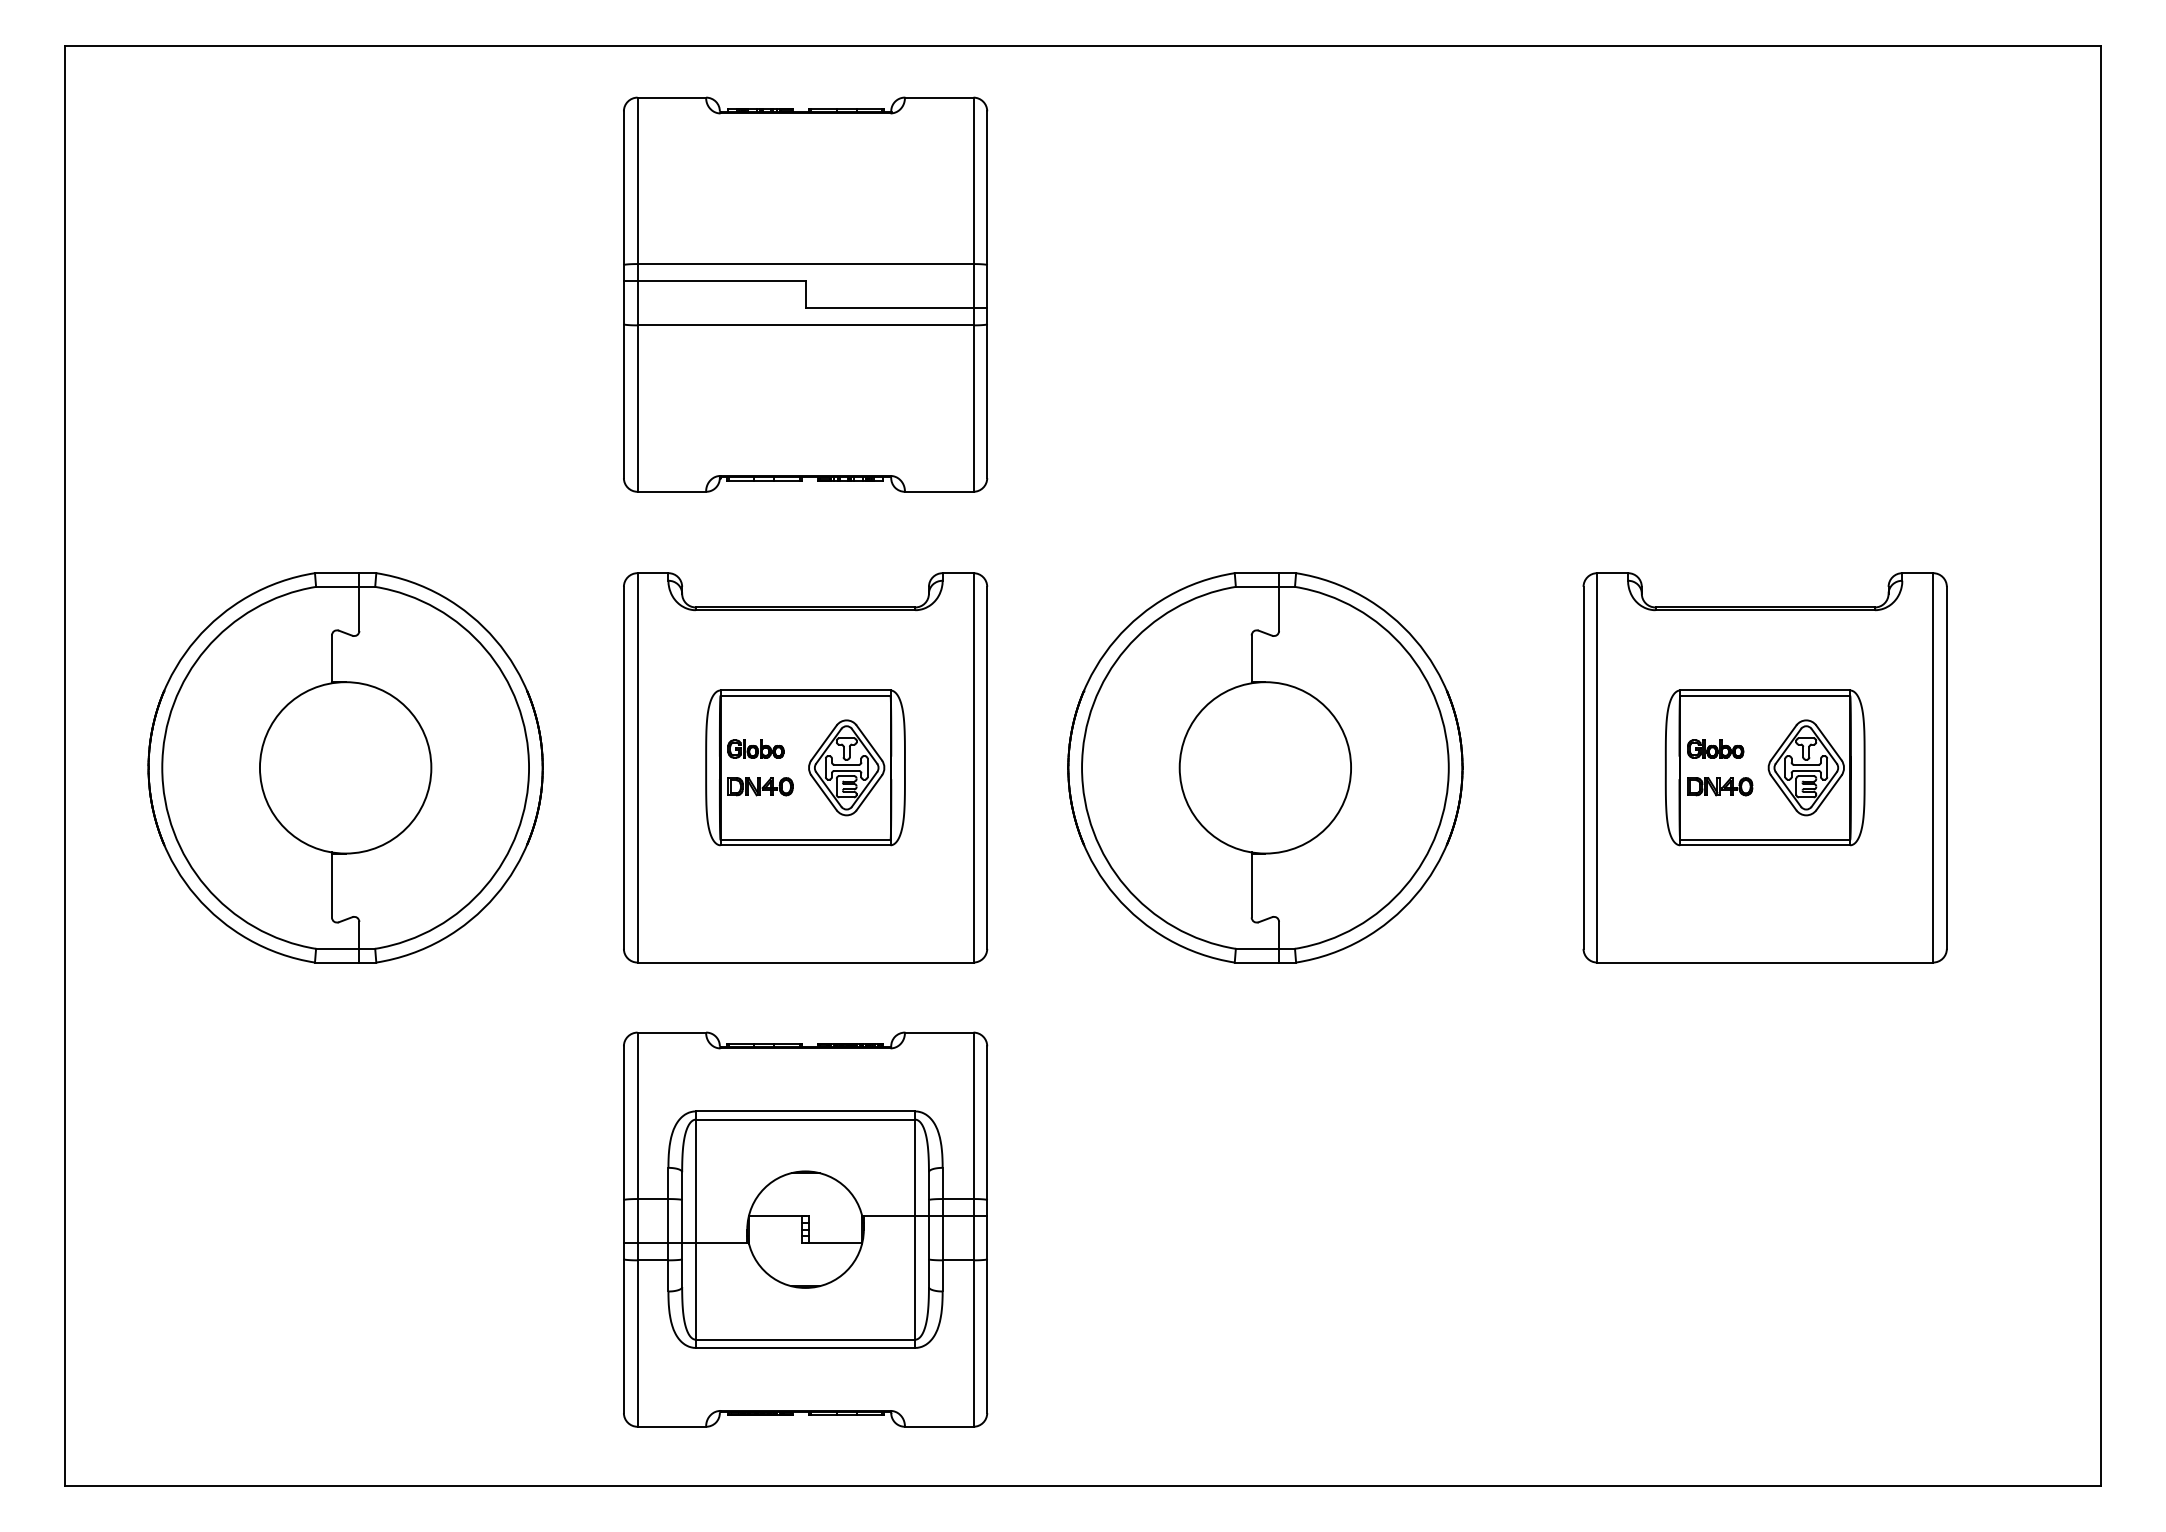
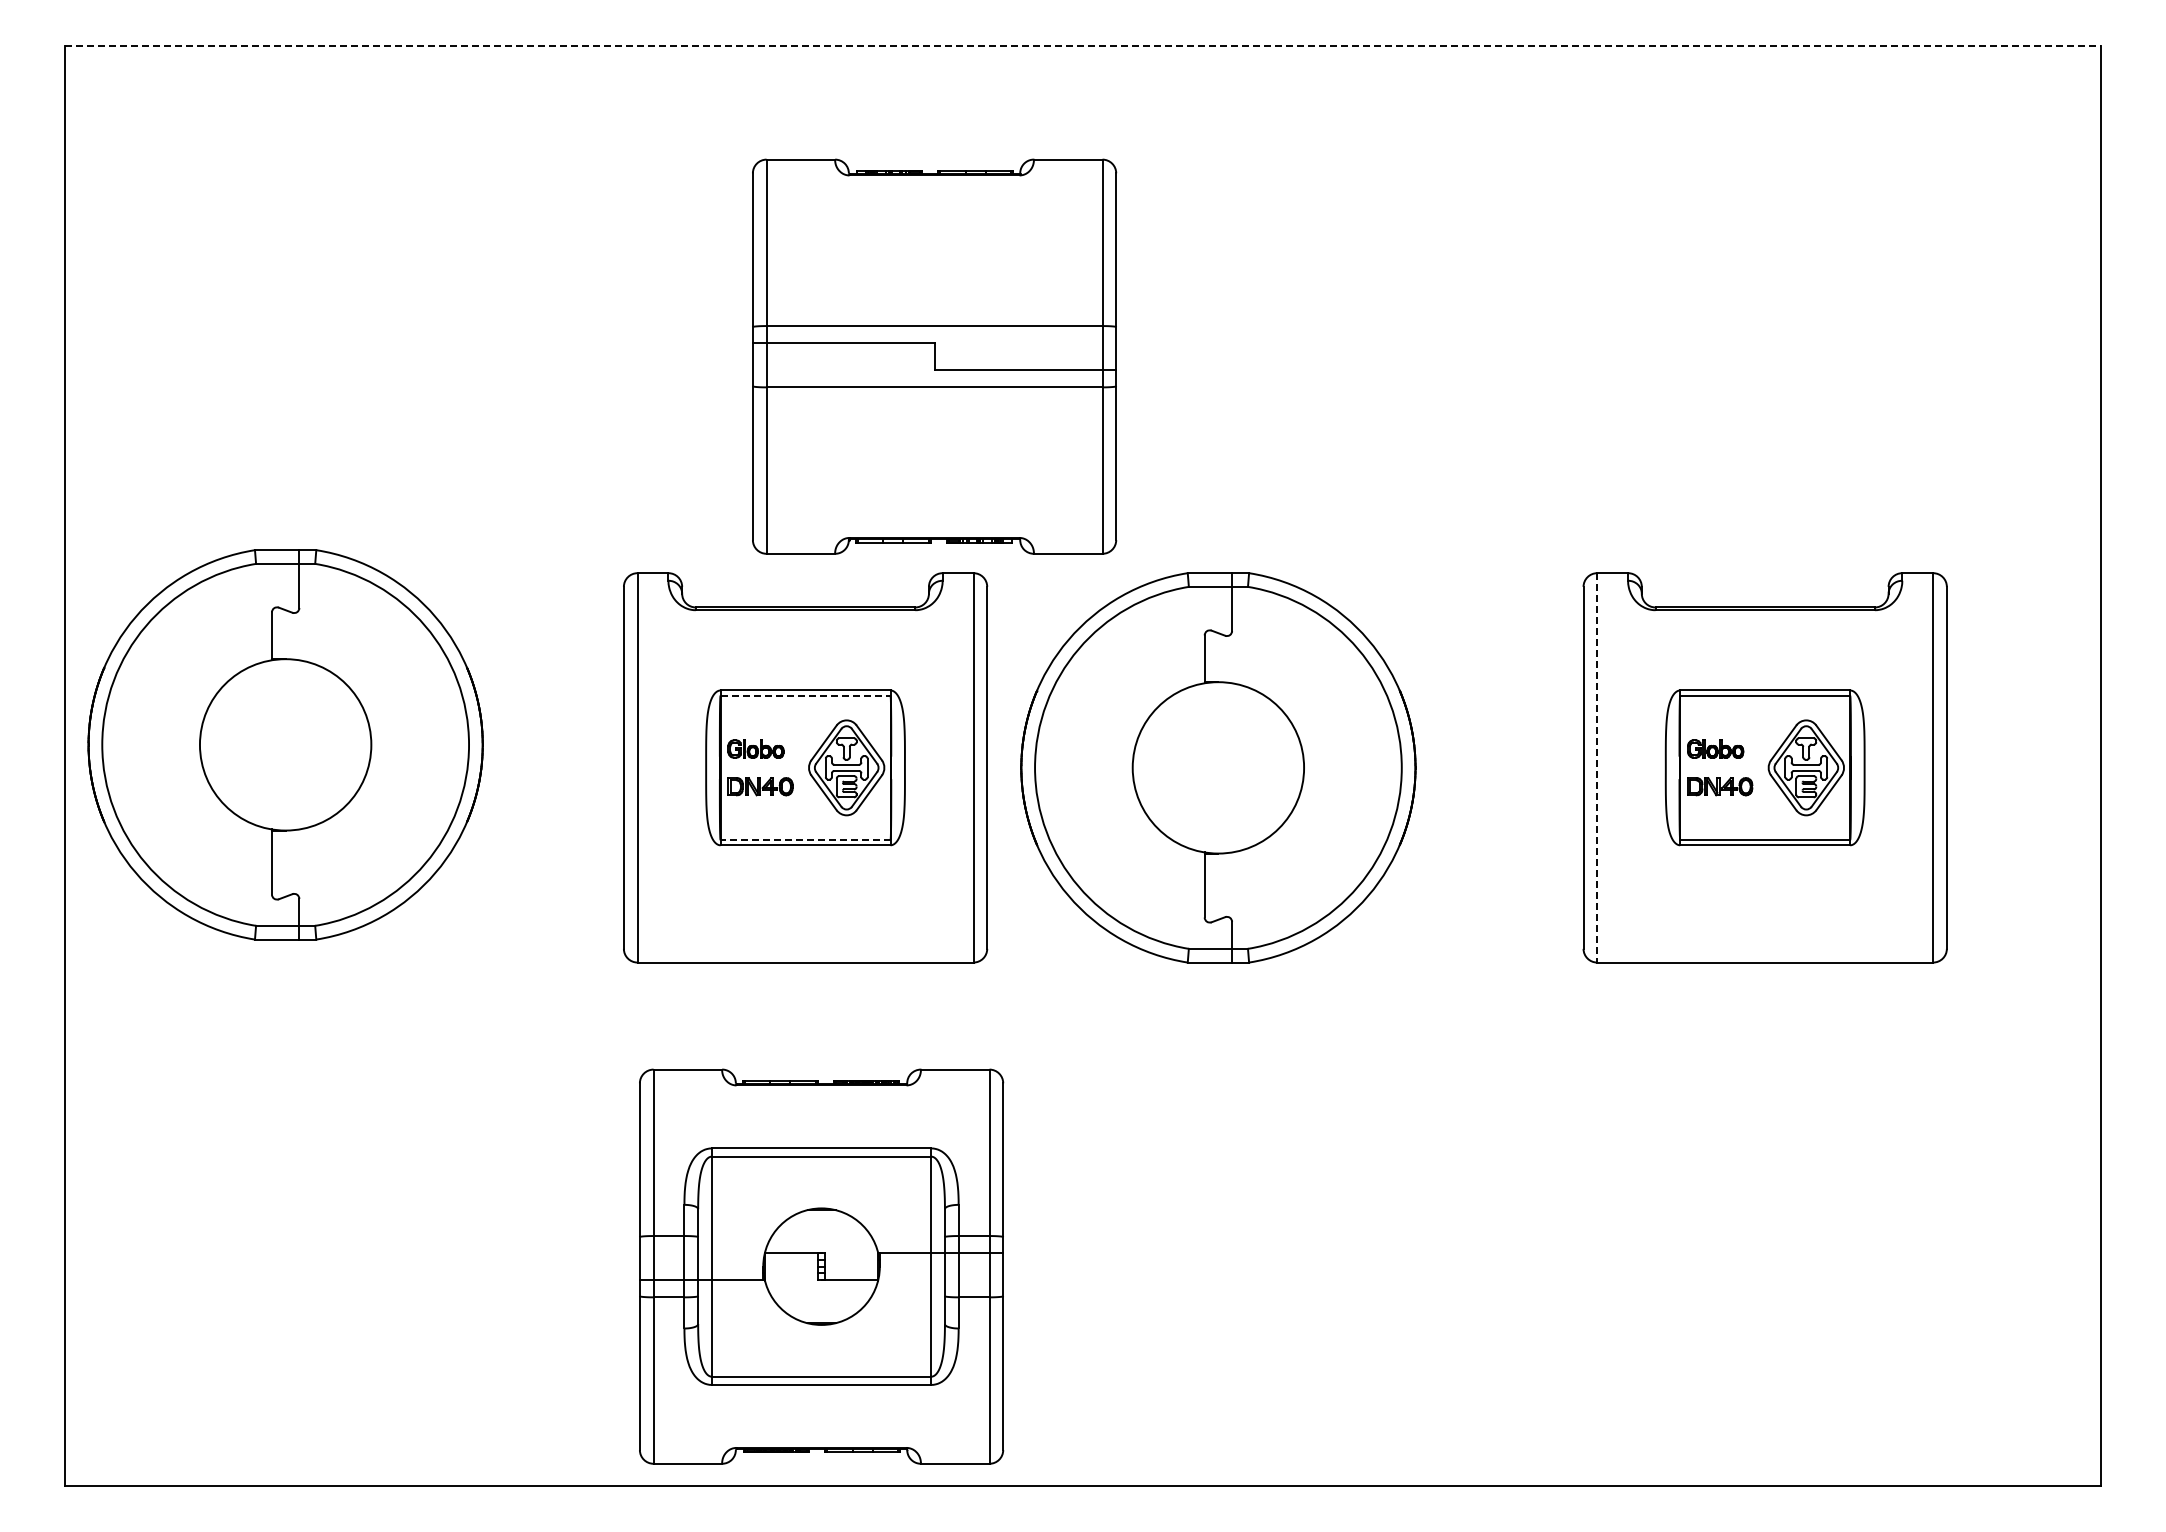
line at (1083, 46): solid -> dashed
part at (805, 294) position: (805, 294) -> (934, 356)
line at (806, 695): solid -> dashed
part at (345, 767) position: (345, 767) -> (285, 744)
part at (1265, 767) position: (1265, 767) -> (1218, 767)
line at (1597, 767): solid -> dashed
line at (805, 839): solid -> dashed
part at (805, 1229) position: (805, 1229) -> (821, 1266)
